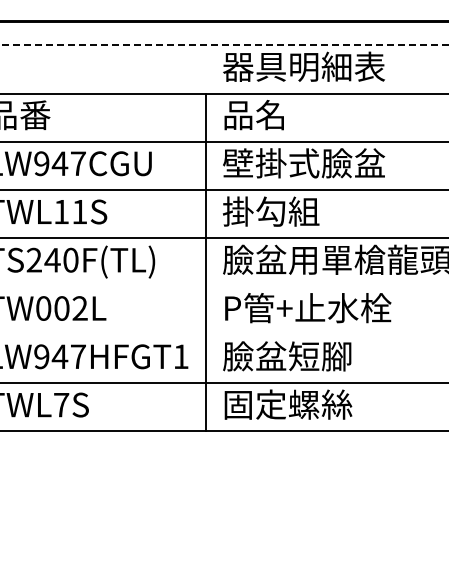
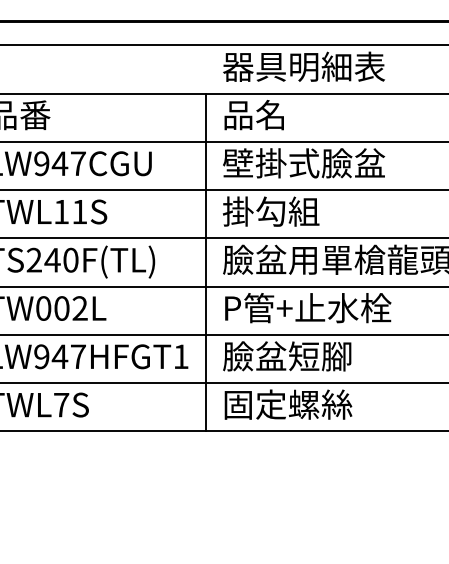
line at (224, 45): dashed -> solid
line at (223, 286): none -> present
line at (223, 334): none -> present
